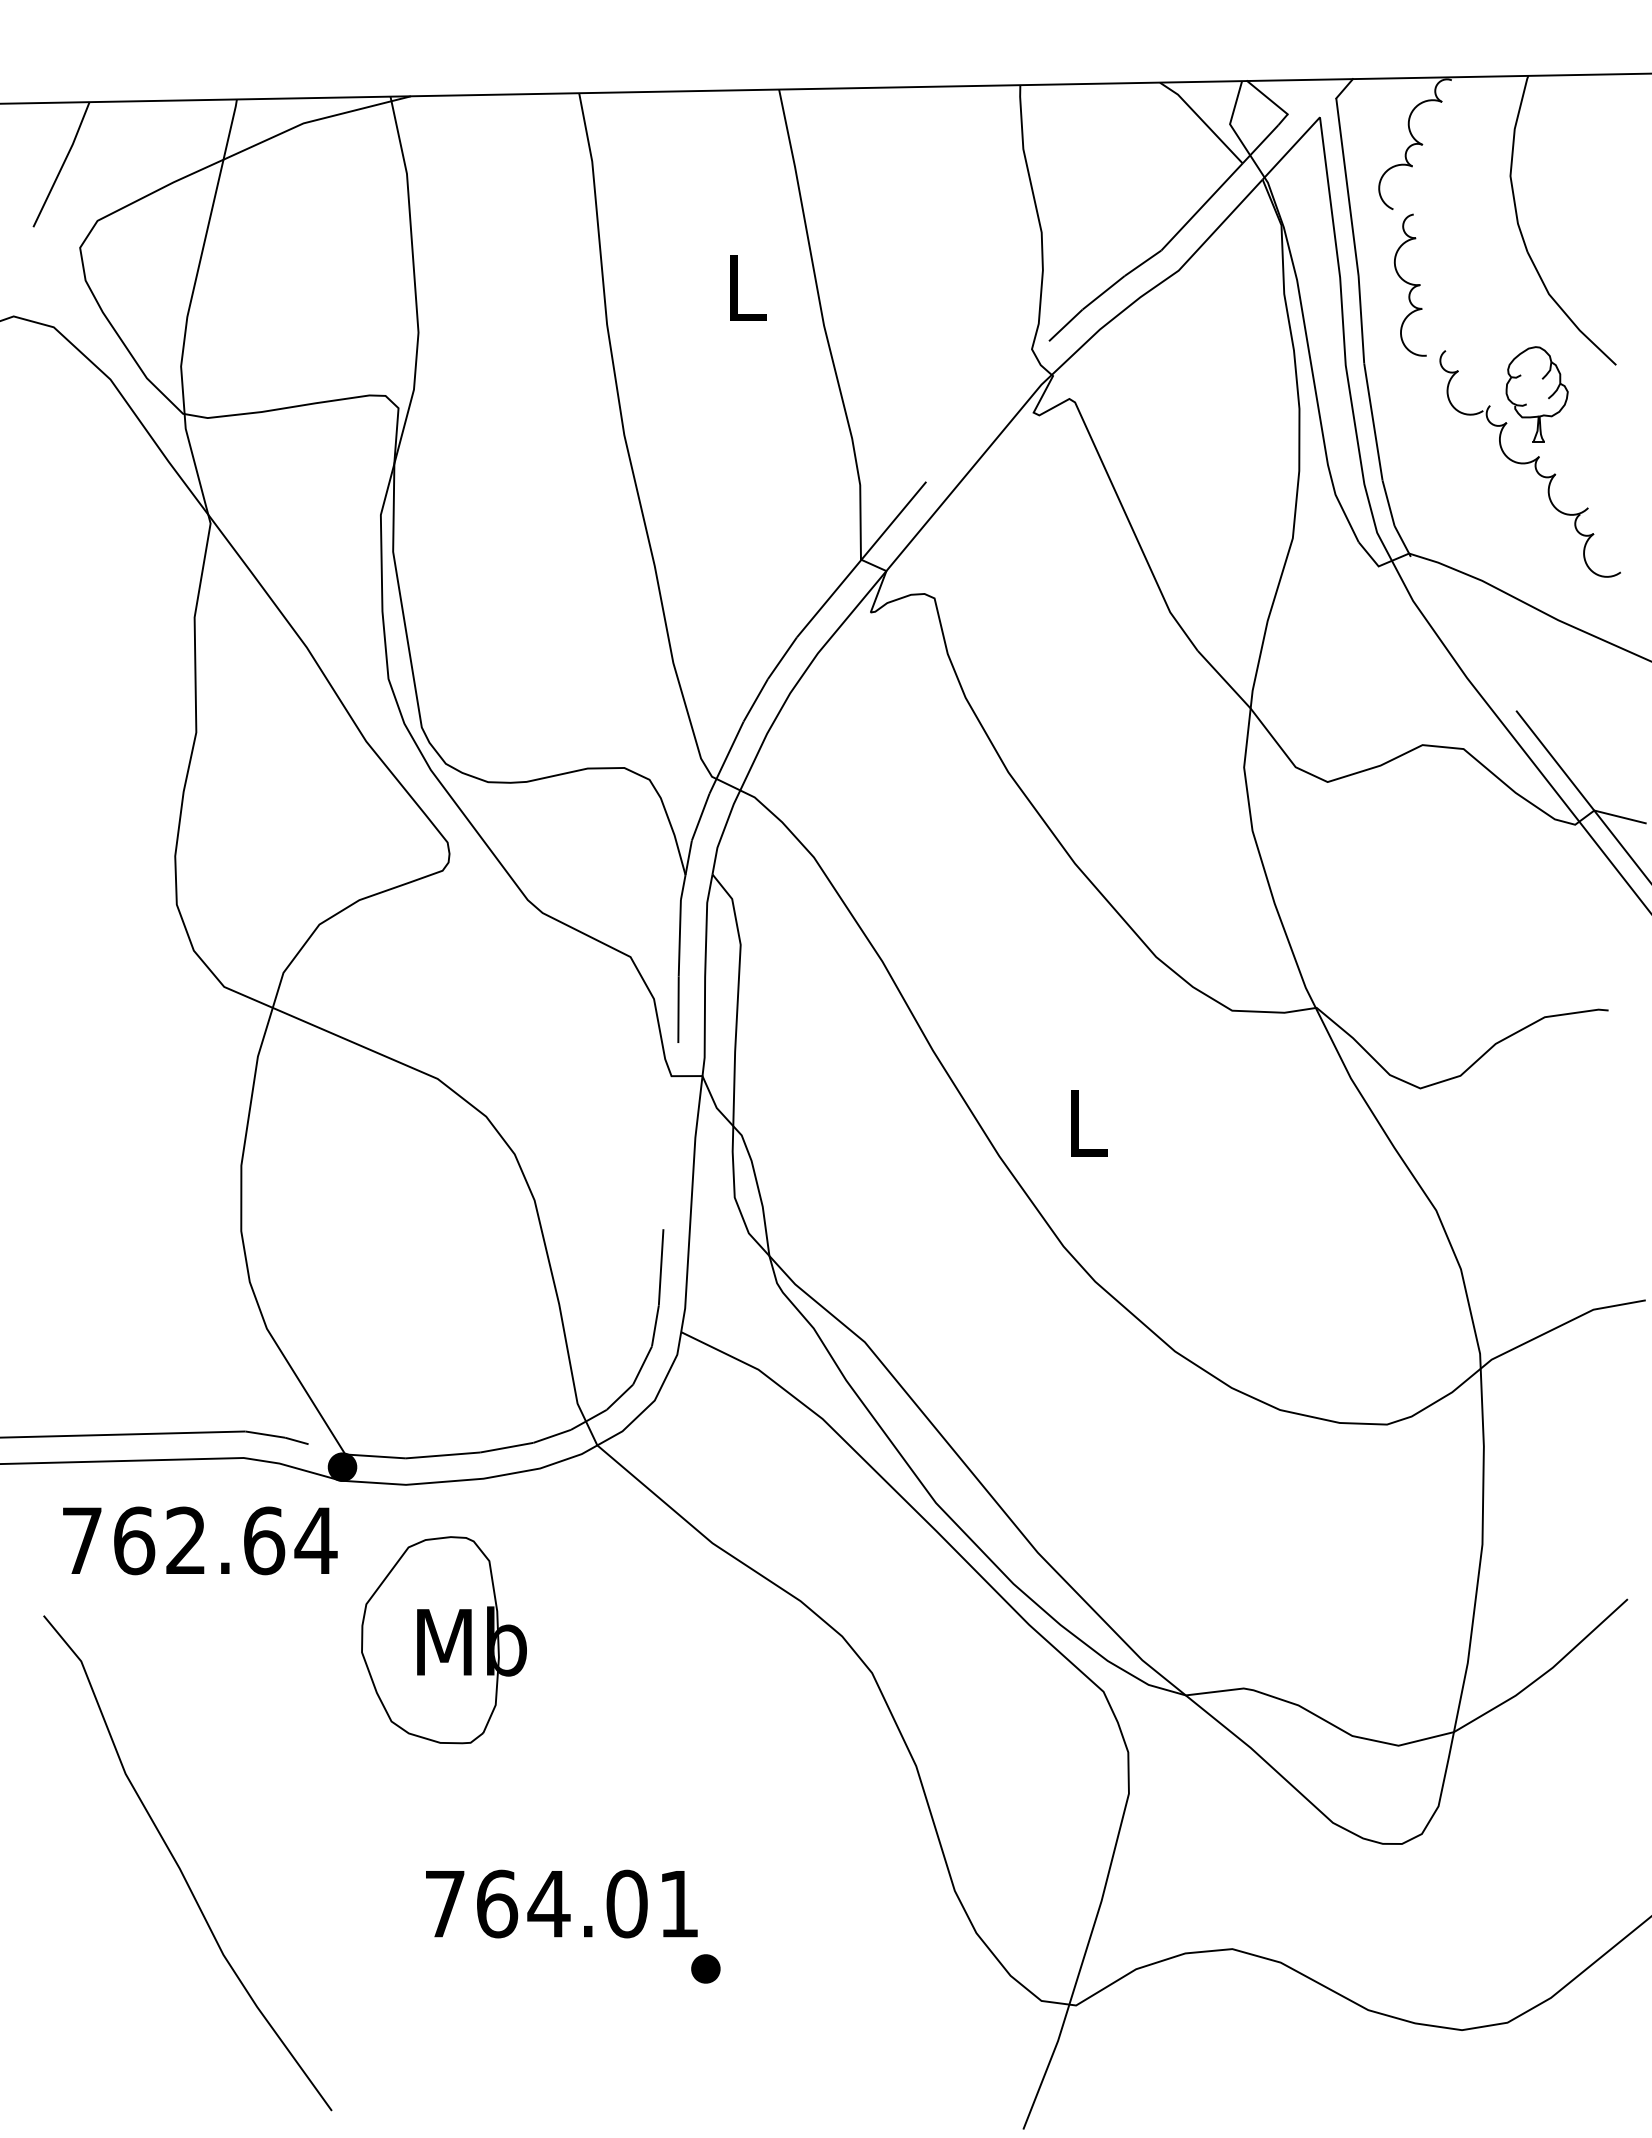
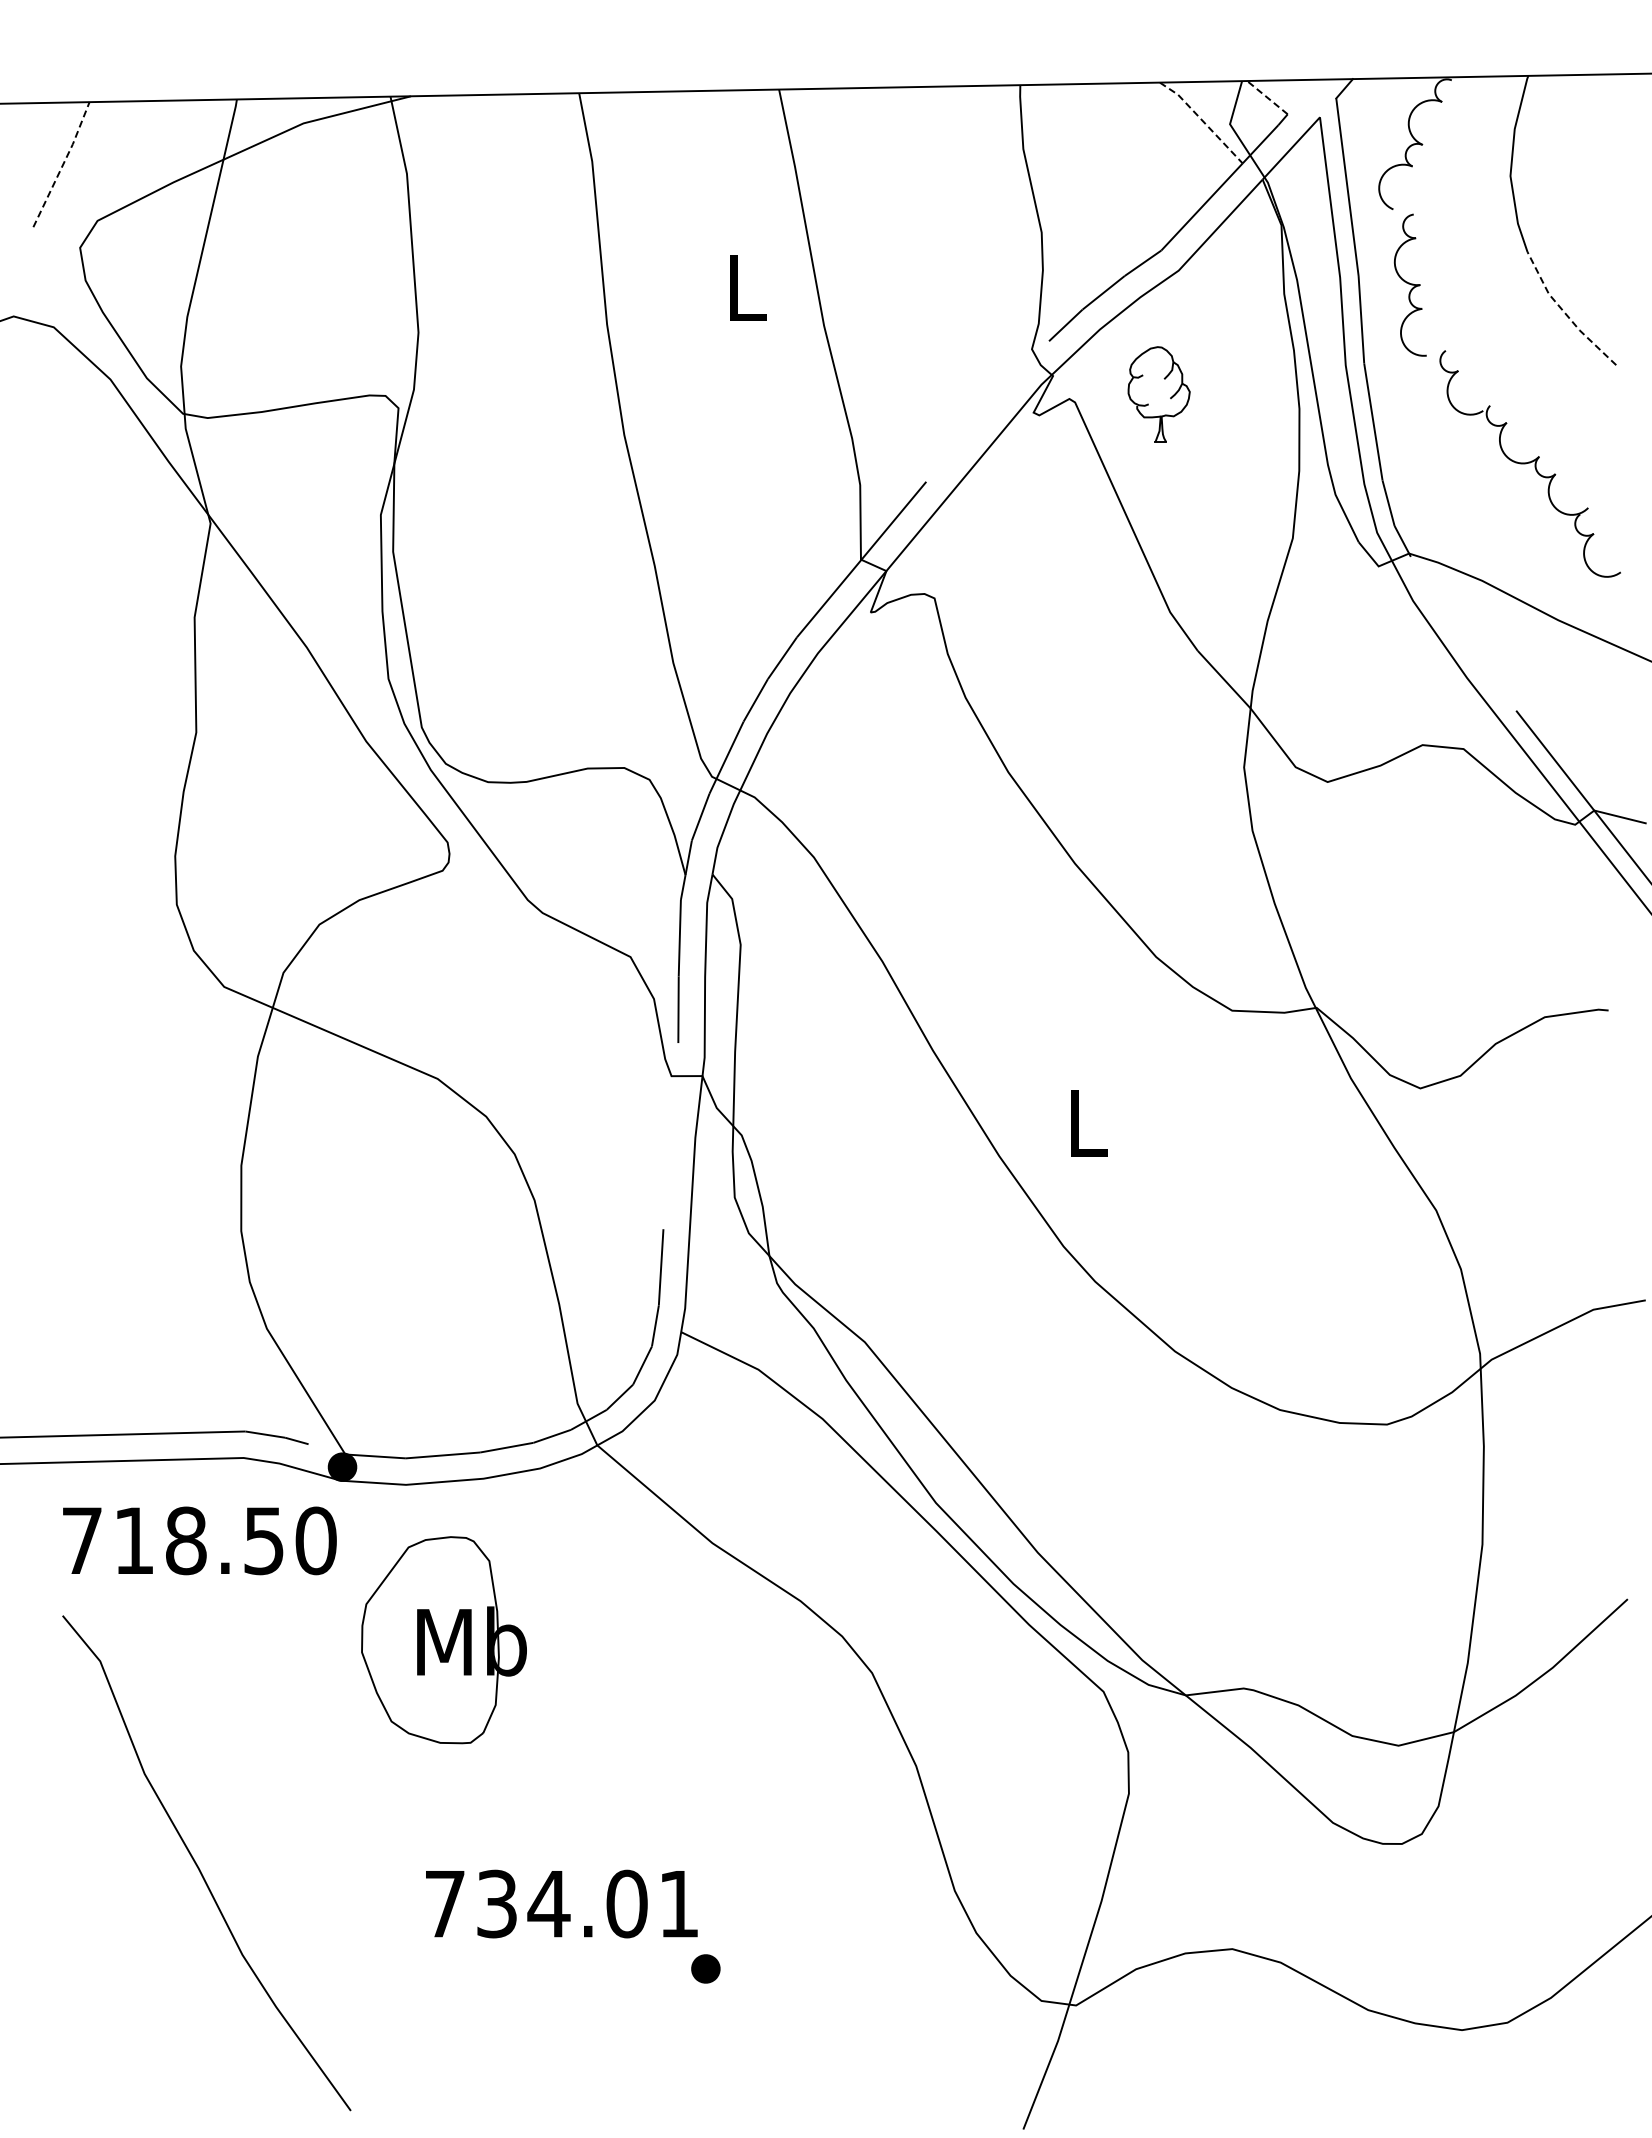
line at (1267, 97): solid -> dashed
line at (1202, 120): solid -> dashed
line at (63, 164): solid -> dashed
line at (1565, 313): solid -> dashed
part at (1536, 394) position: (1536, 394) -> (1158, 394)
text at (225, 1540): 762.64 -> 718.50
curve at (180, 1867) position: (180, 1867) -> (199, 1867)
text at (497, 1903): 764.01 -> 734.01
